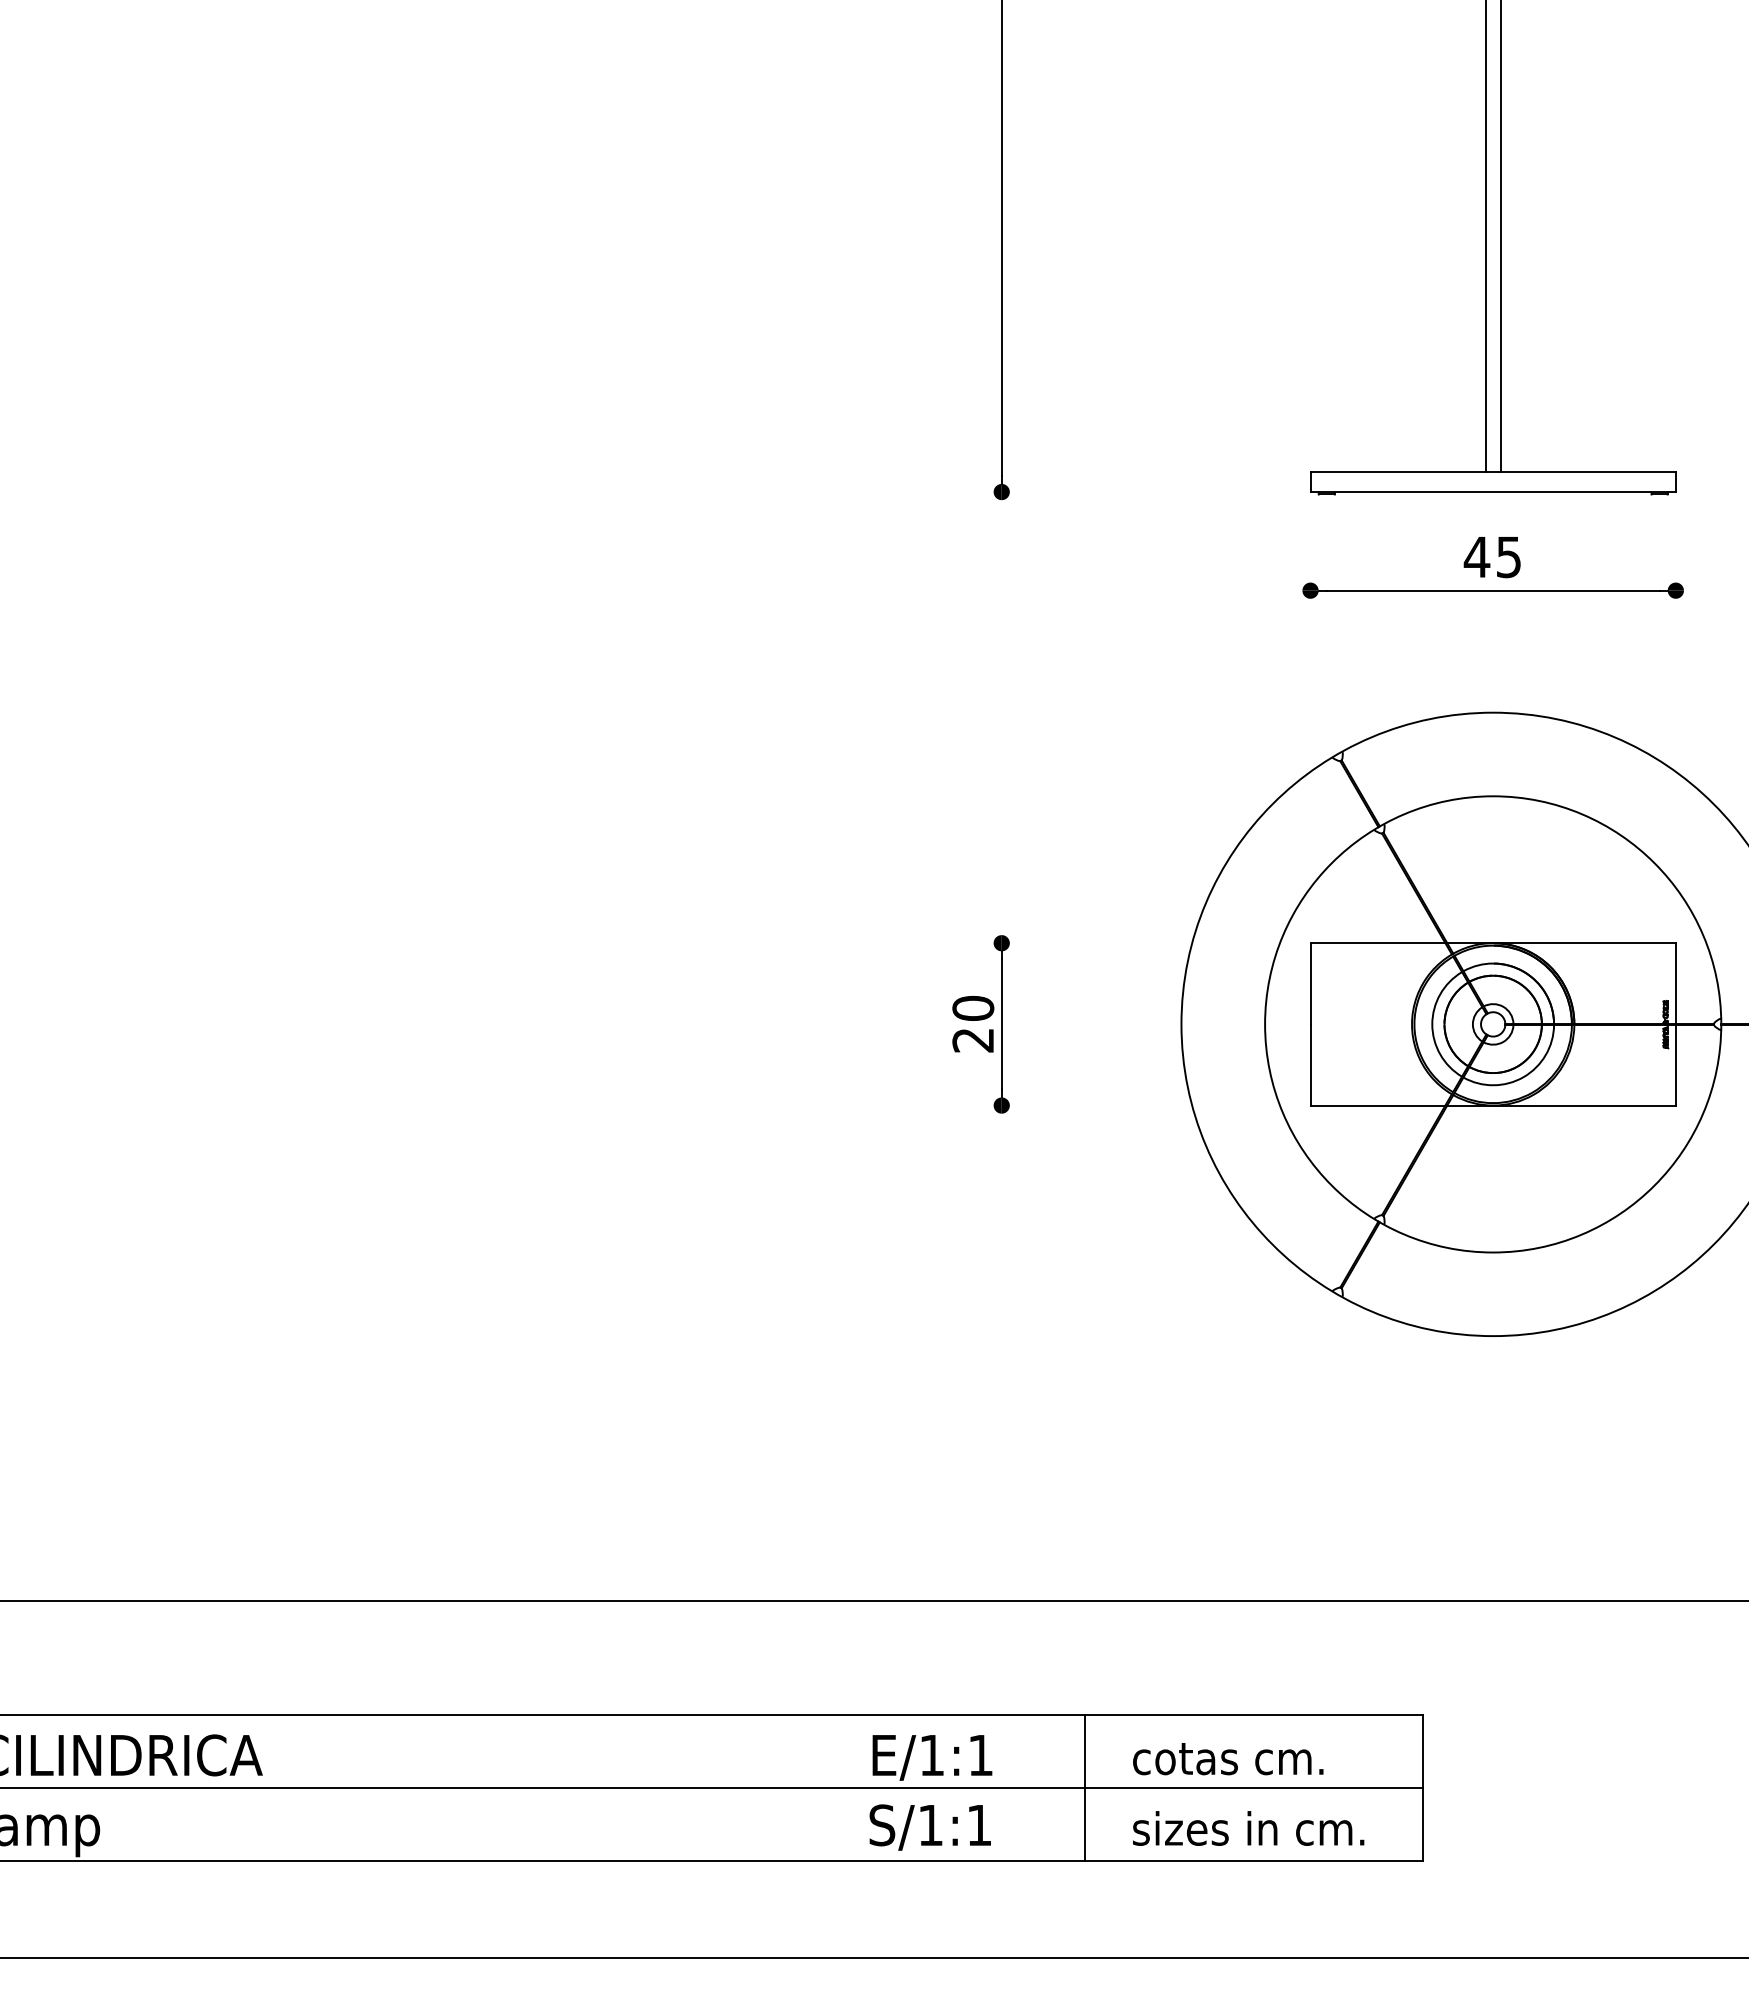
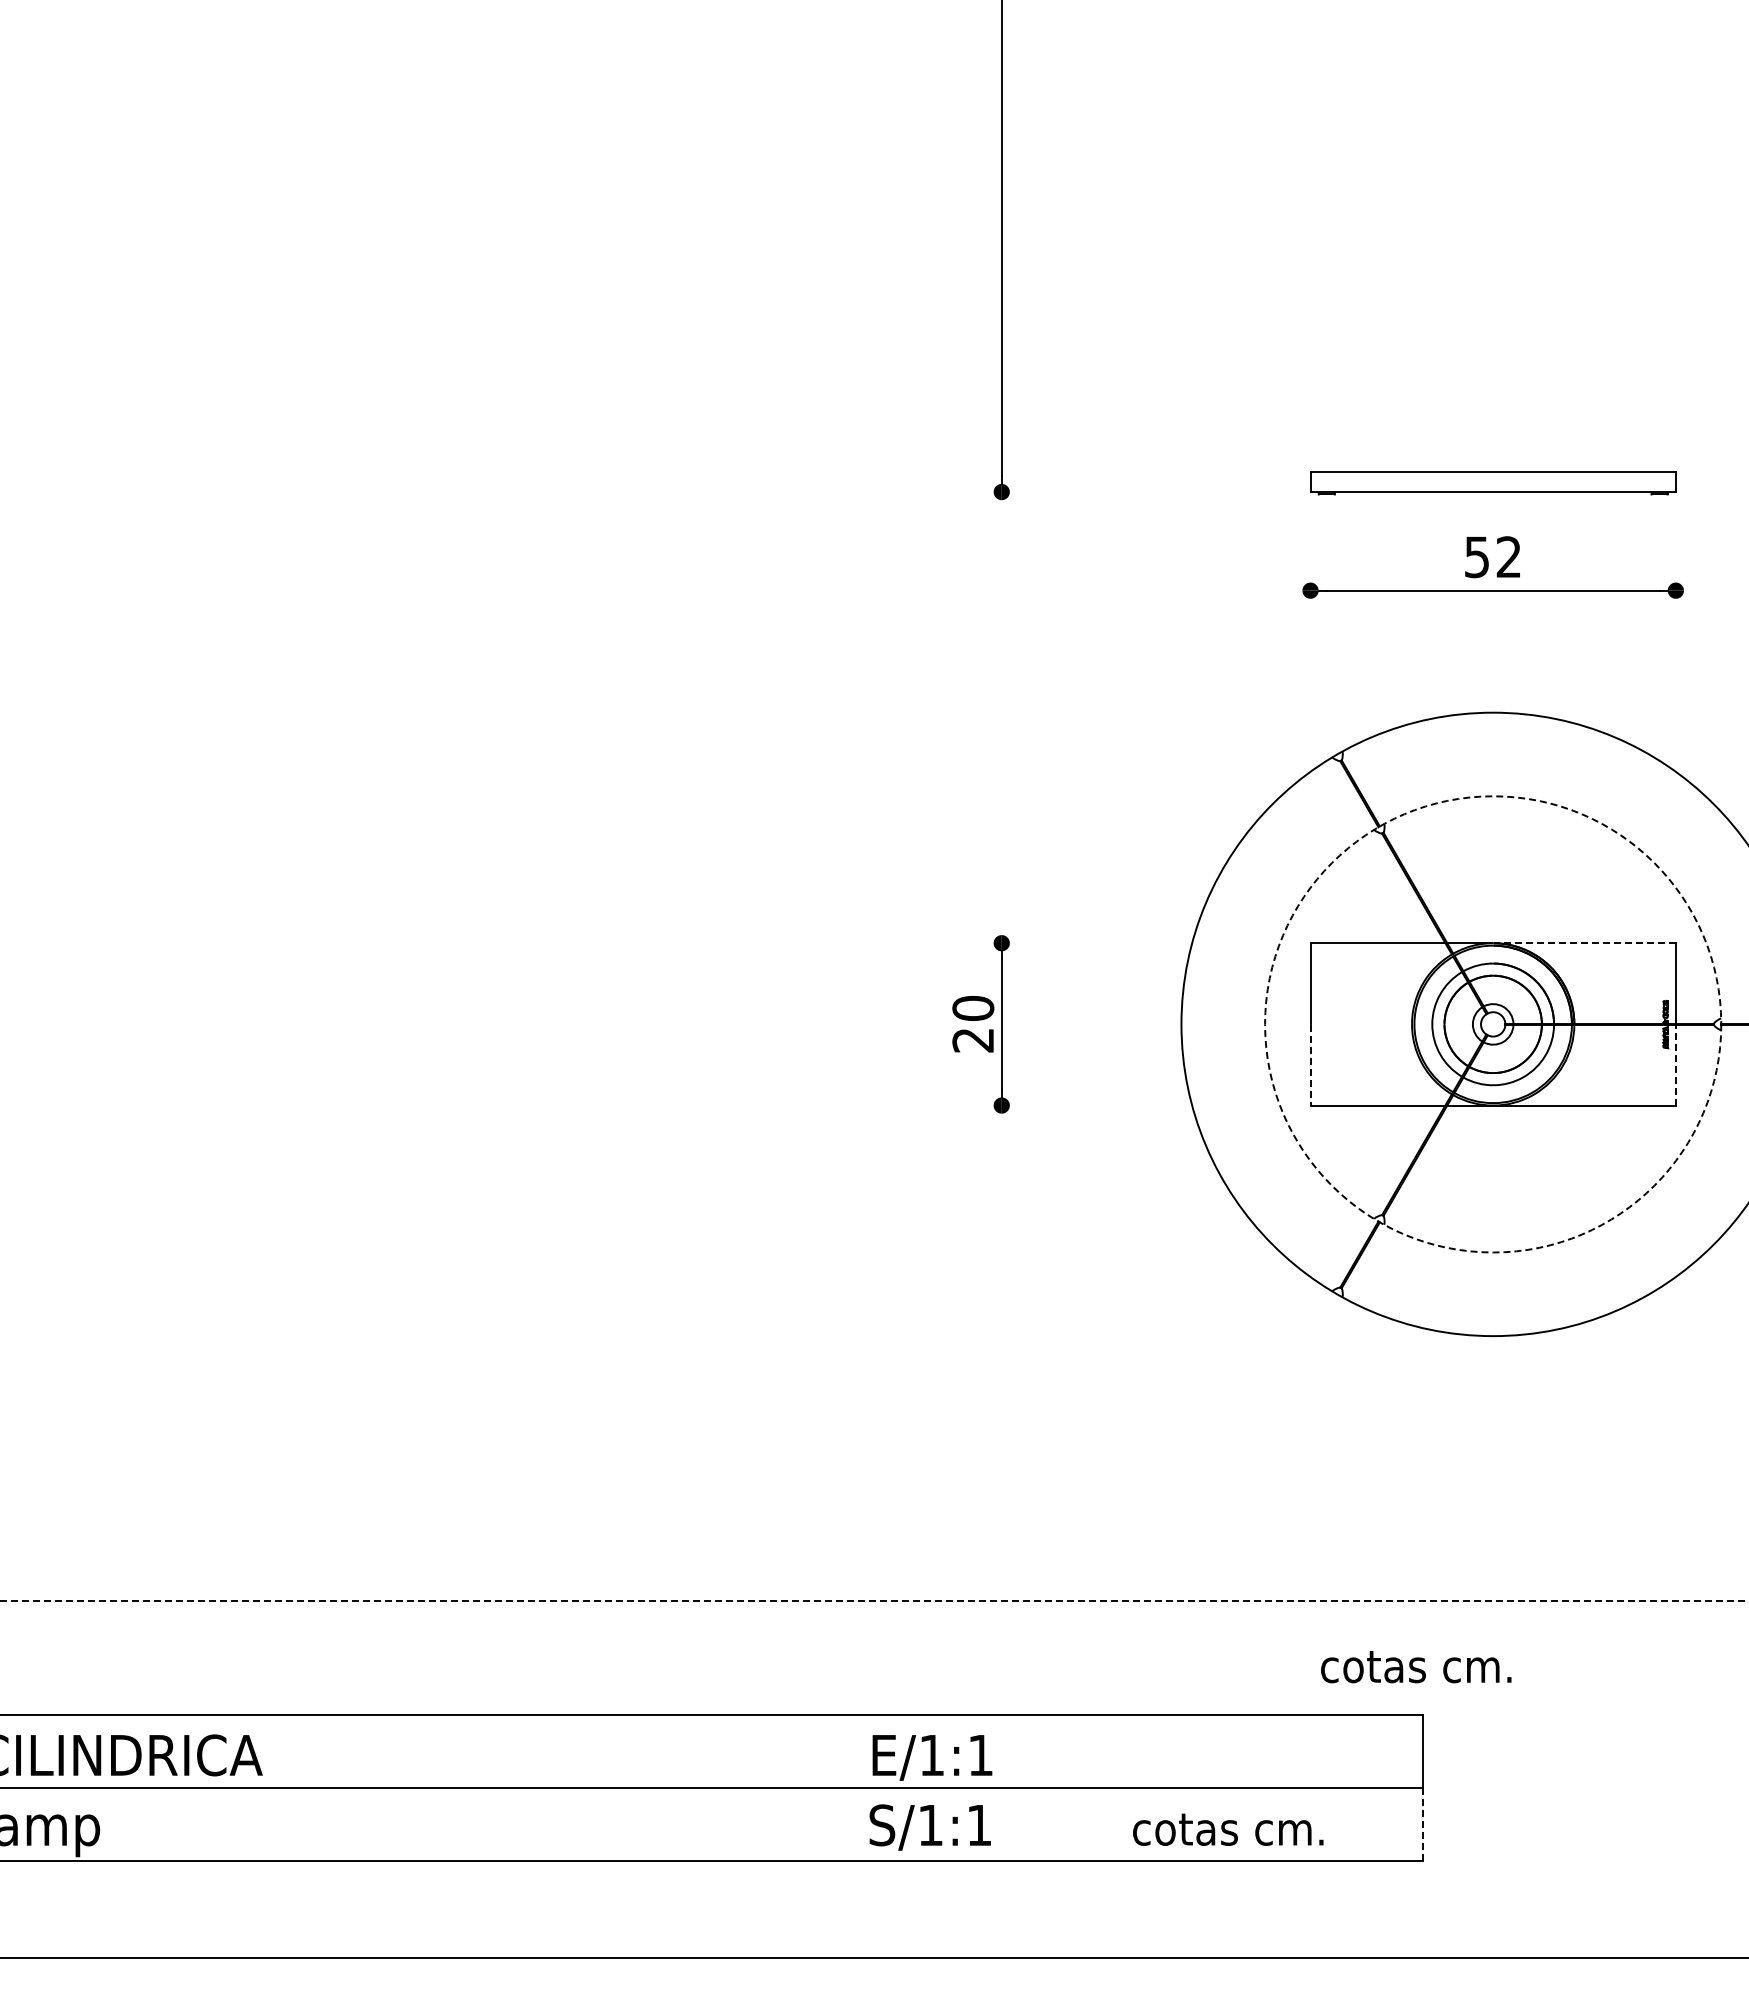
line at (1485, 236): present -> none
line at (1500, 236): present -> none
text at (1491, 557): 45 -> 52
line at (1584, 943): solid -> dashed
circle at (1493, 1024): solid -> dashed
line at (1675, 1064): solid -> dashed
line at (1310, 1065): solid -> dashed
line at (874, 1600): solid -> dashed
text at (1228, 1759) position: (1228, 1759) -> (1416, 1667)
line at (1084, 1788): present -> none
line at (1423, 1824): solid -> dashed
text at (1248, 1828): sizes in cm. -> cotas cm.
